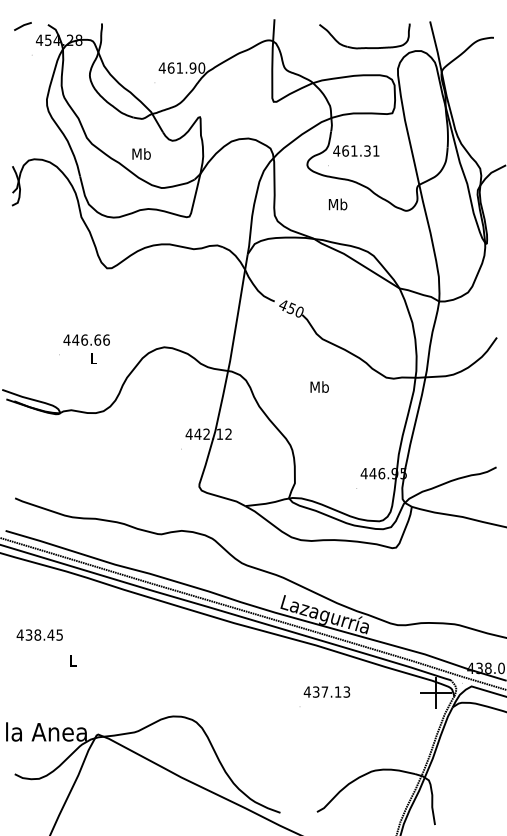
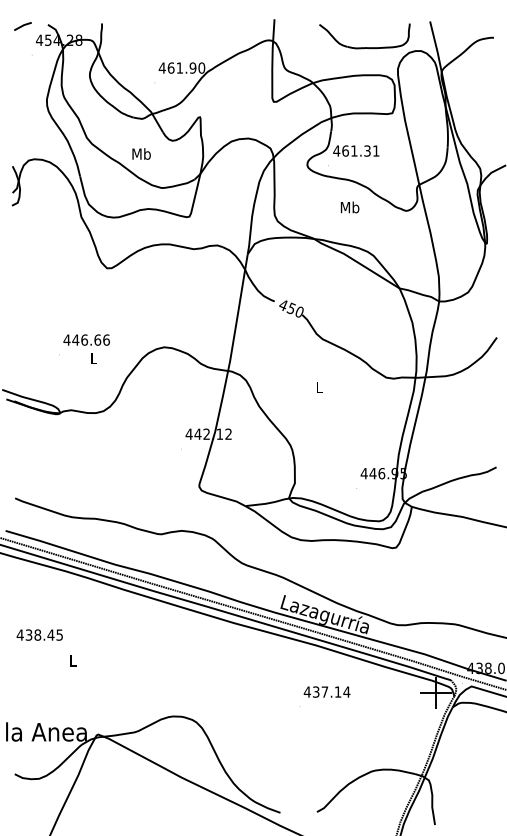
text at (337, 204) position: (337, 204) -> (349, 207)
text at (319, 386): Mb -> L
text at (346, 691): 437.13 -> 437.14
